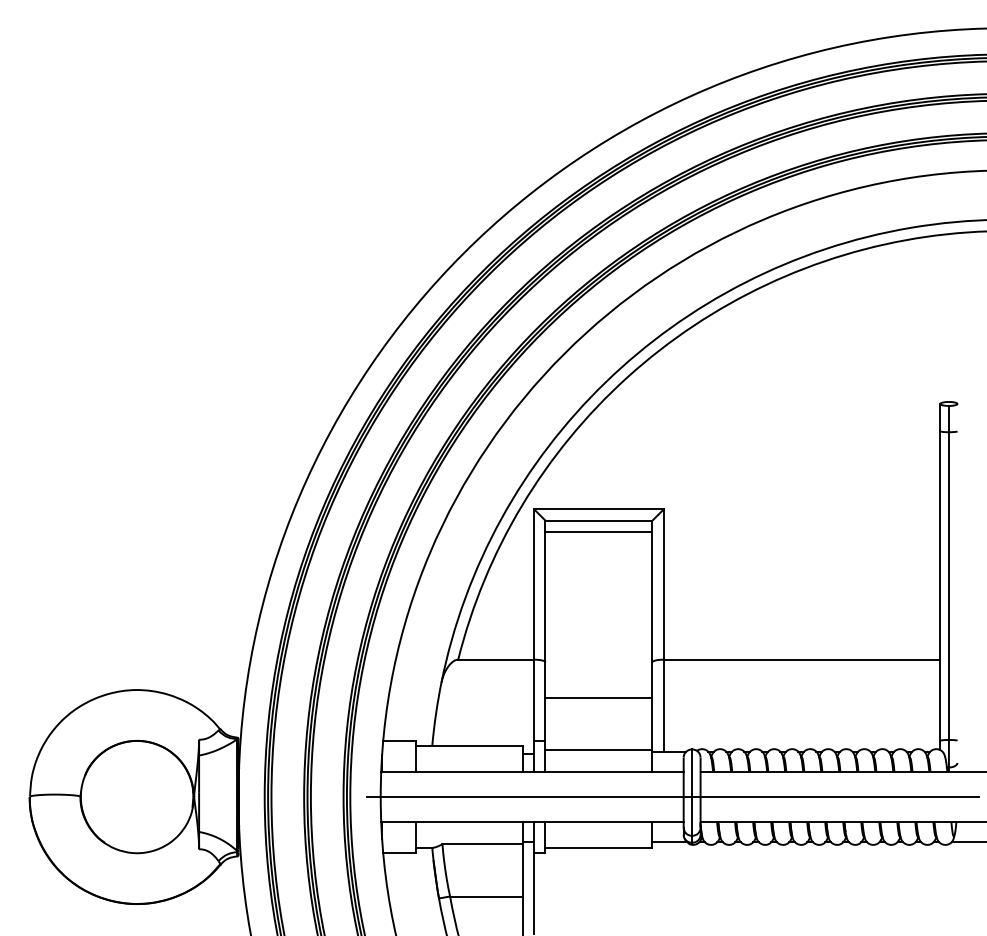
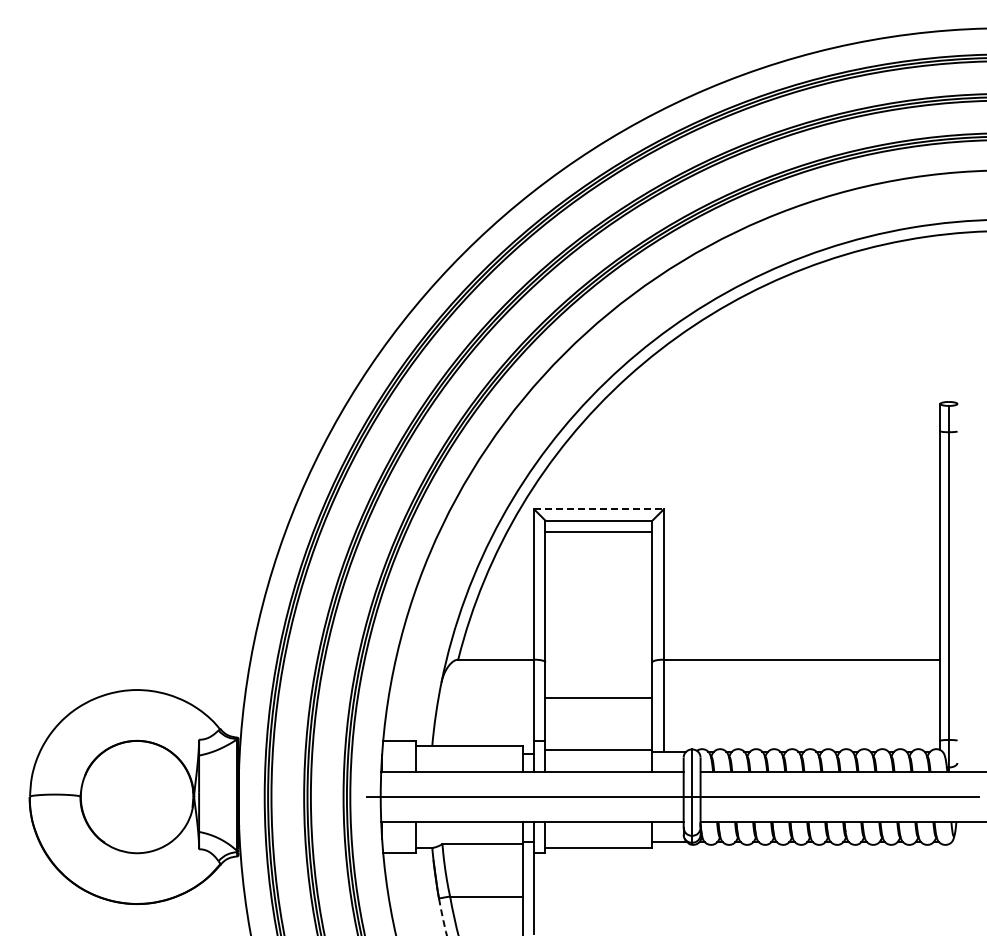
line at (598, 509): solid -> dashed
line at (967, 842): present -> none
arc at (442, 917): solid -> dashed
